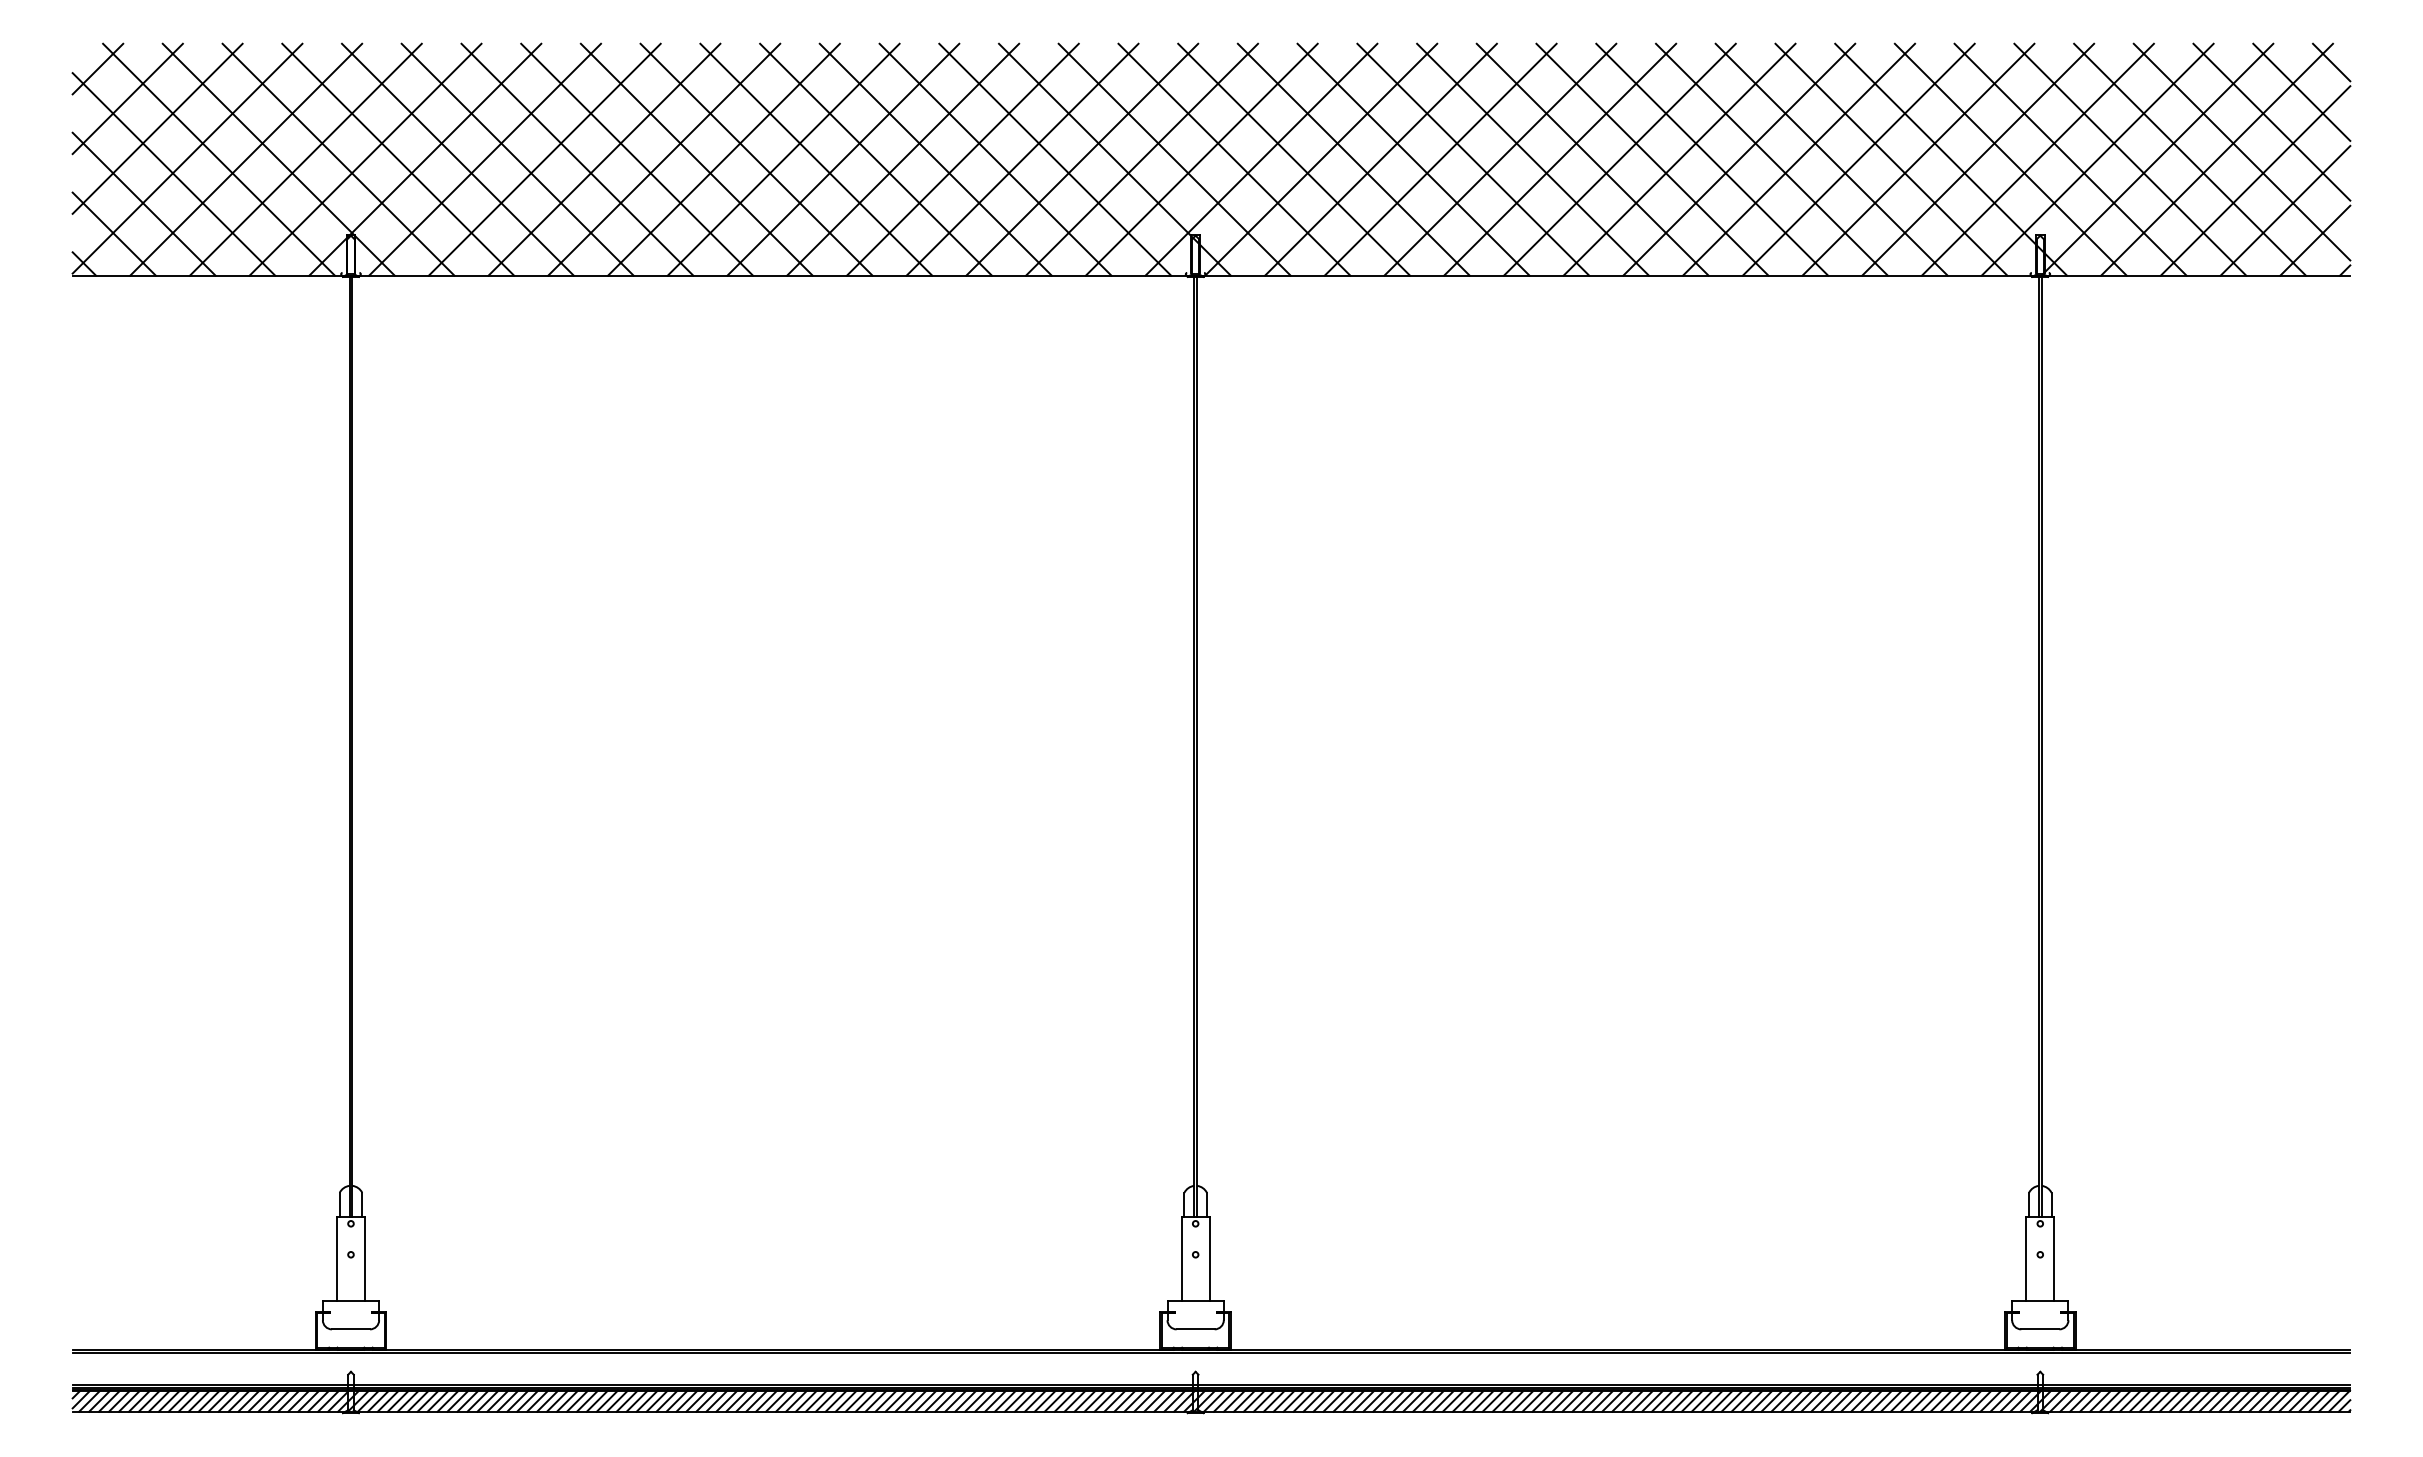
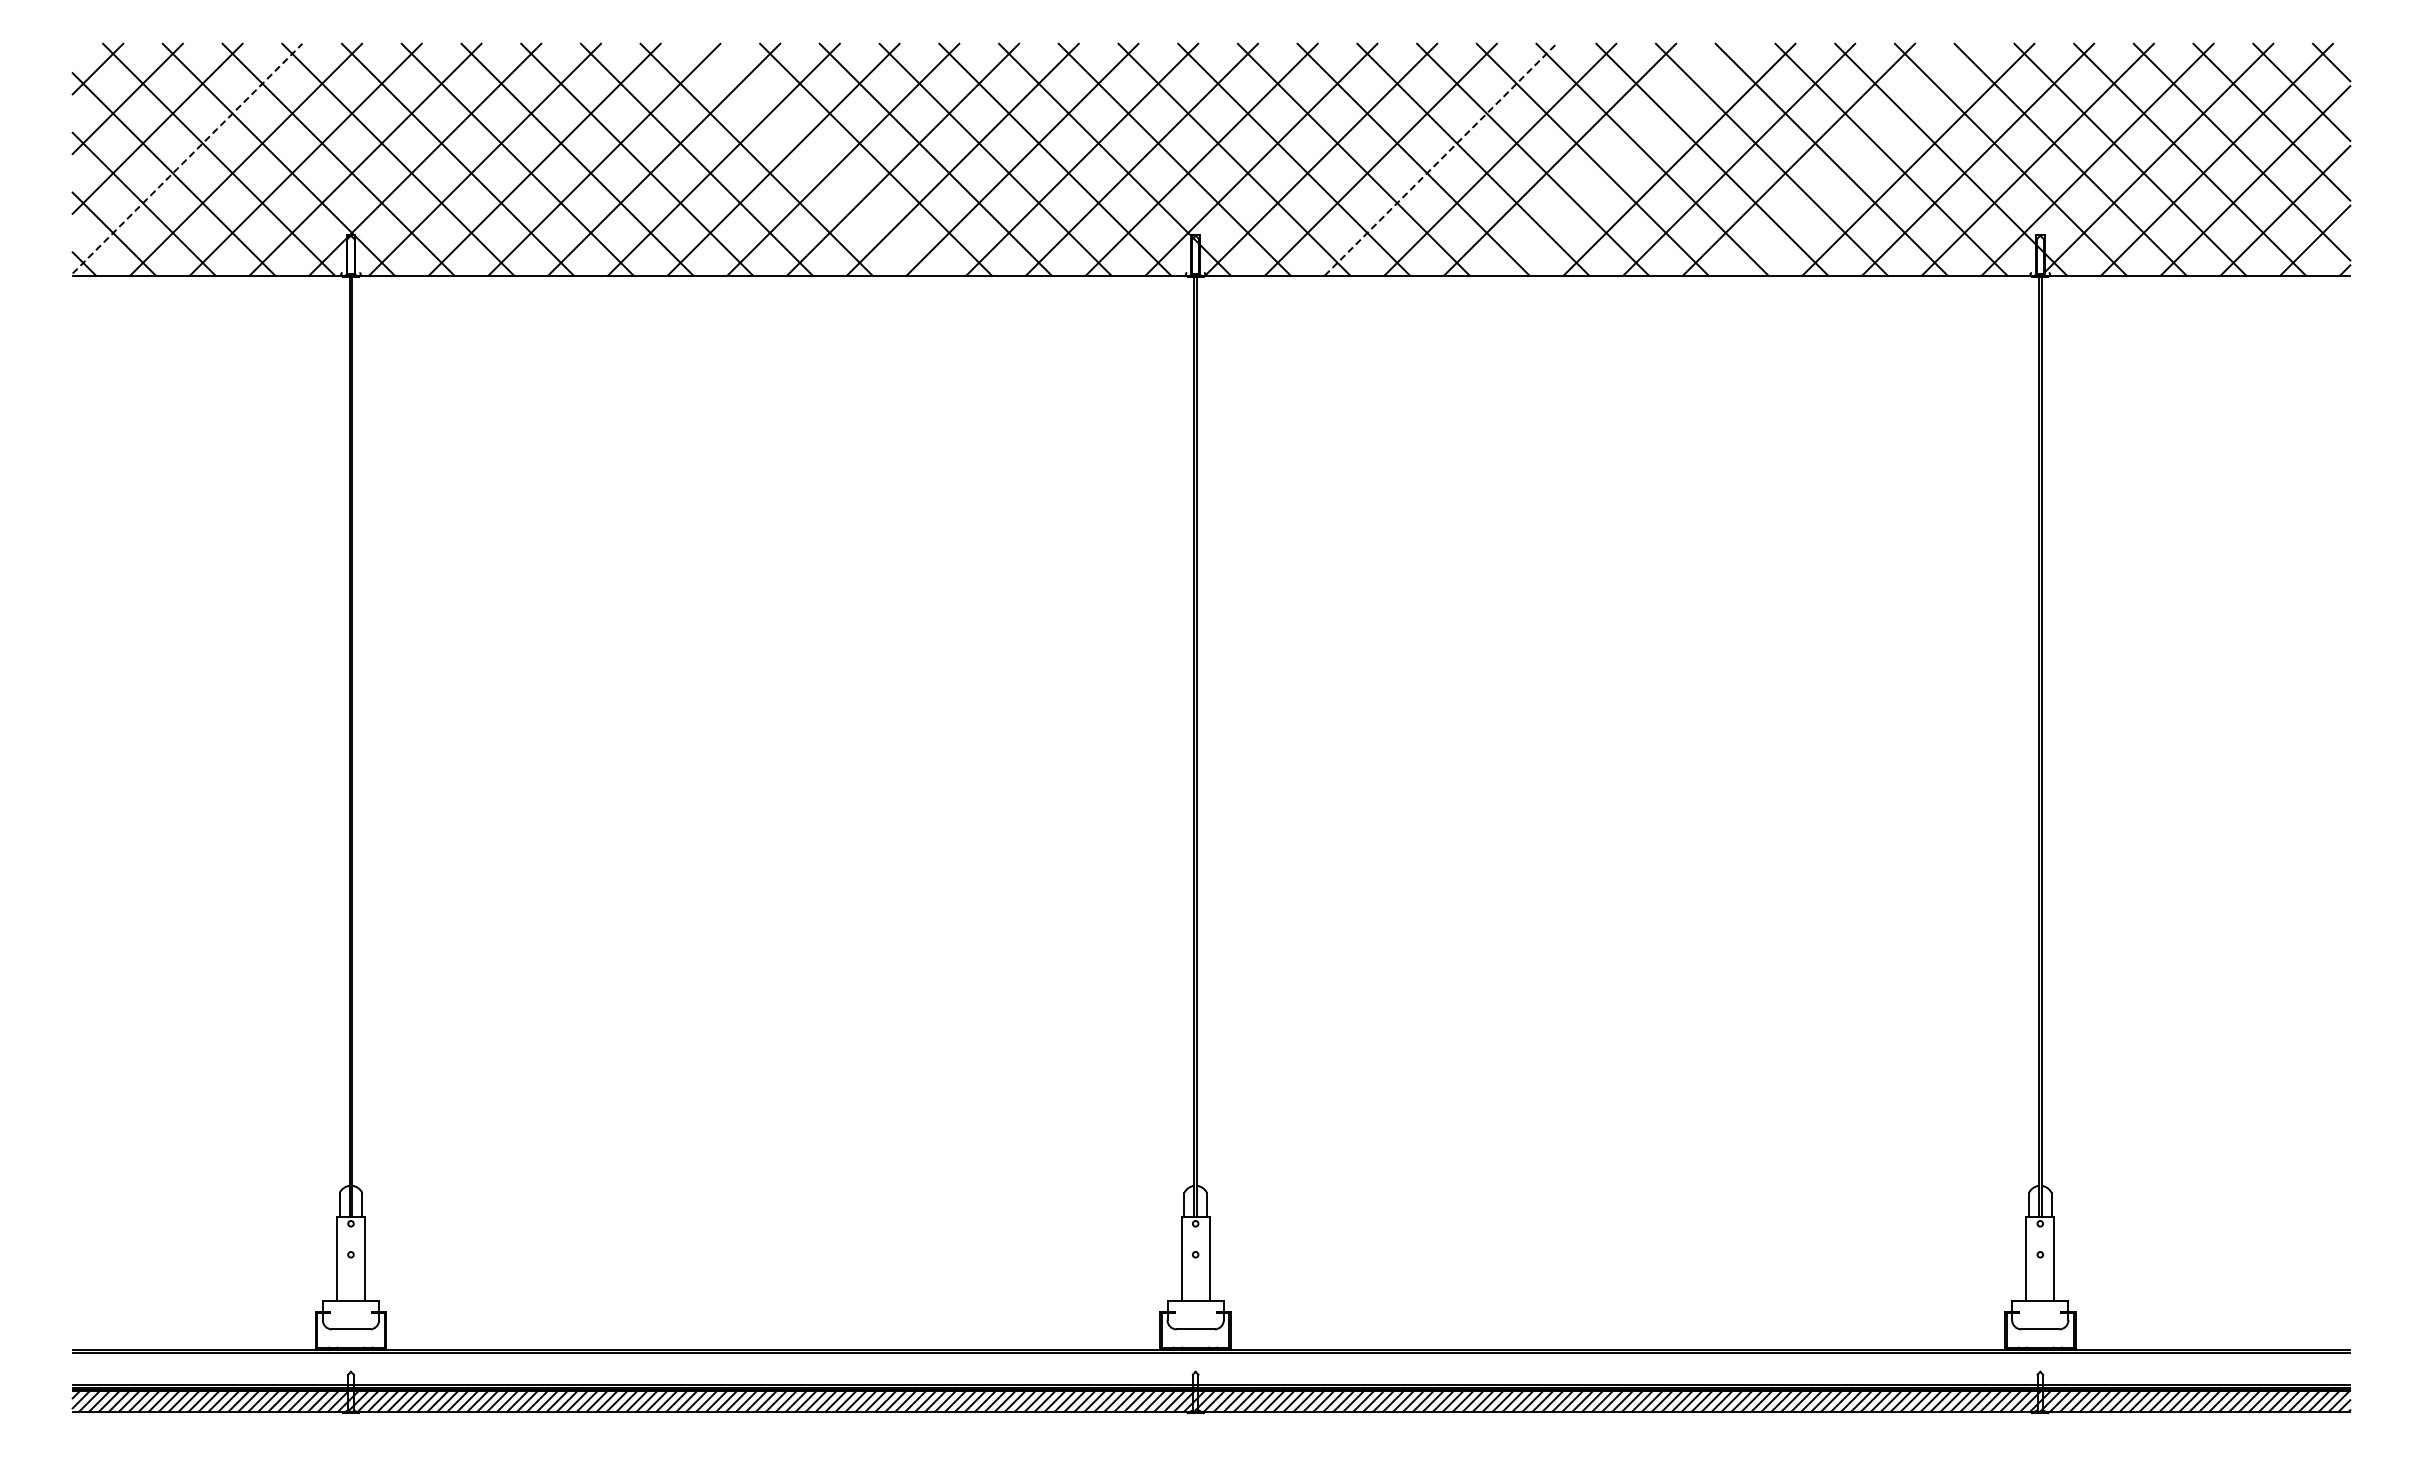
line at (187, 158): solid -> dashed
line at (816, 159): present -> none
line at (1440, 159): solid -> dashed
line at (1619, 159): present -> none
line at (1858, 159): present -> none
